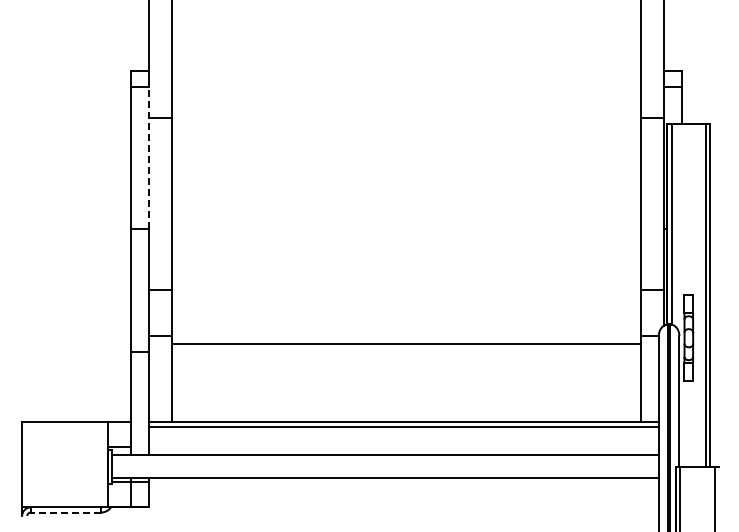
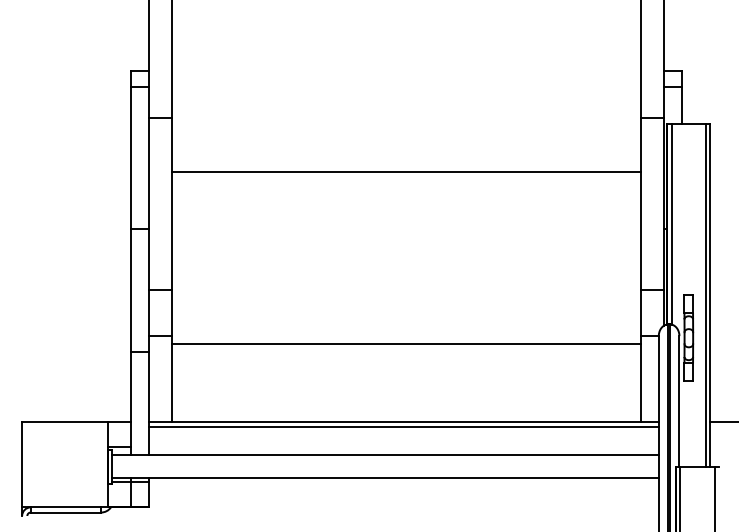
line at (149, 157): dashed -> solid
line at (406, 172): none -> present
line at (722, 421): none -> present
line at (65, 512): dashed -> solid
